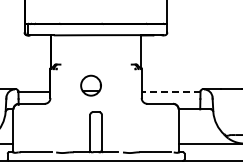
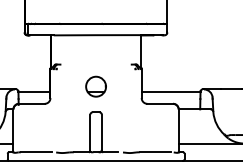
part at (90, 85) position: (90, 85) -> (95, 86)
line at (170, 92): dashed -> solid
